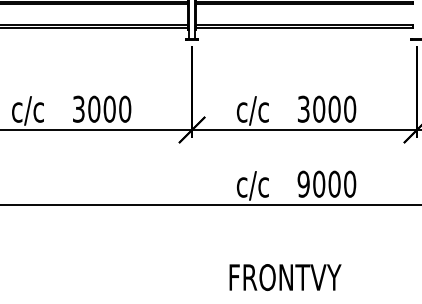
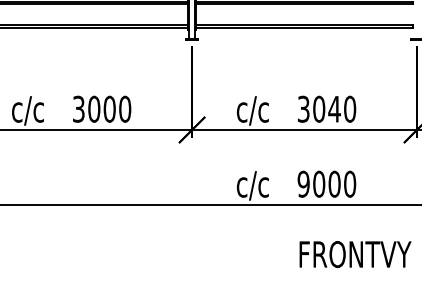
text at (334, 108): 3000 -> 3040
text at (285, 277) position: (285, 277) -> (355, 254)
